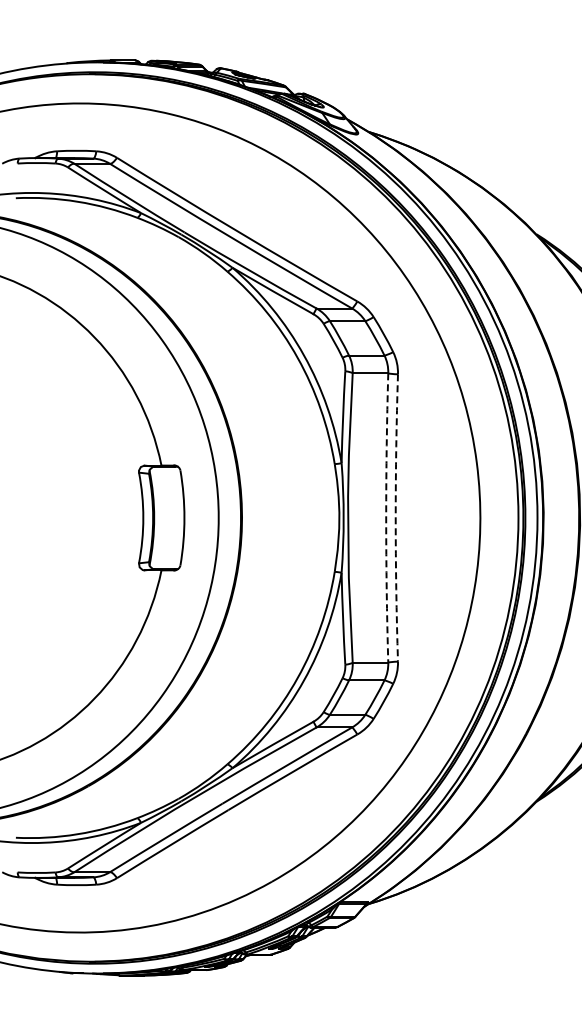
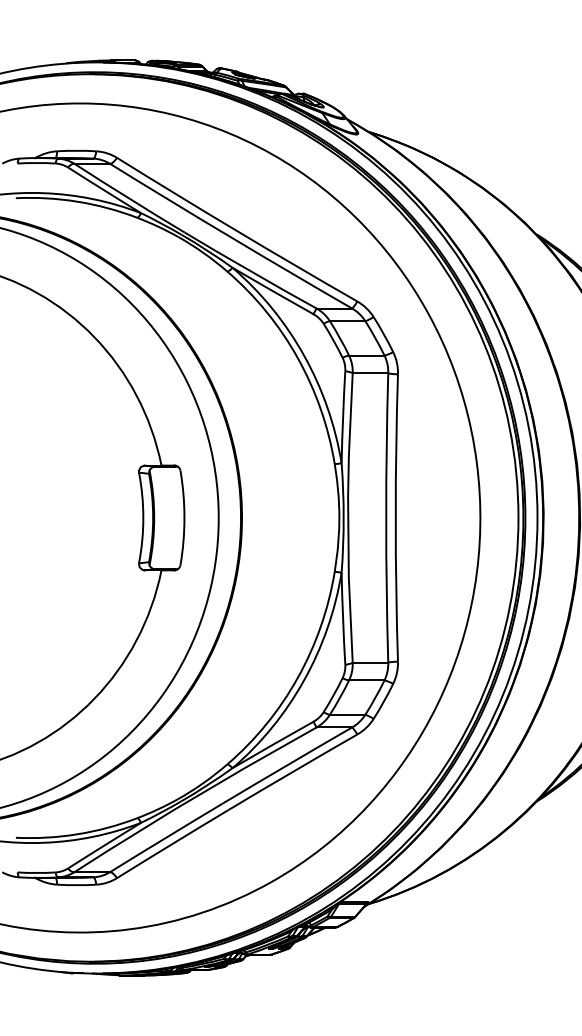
arc at (395, 517): dashed -> solid
arc at (386, 518): dashed -> solid
